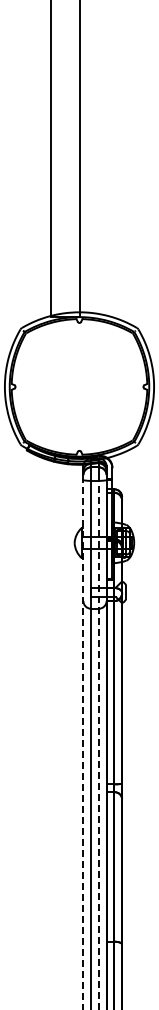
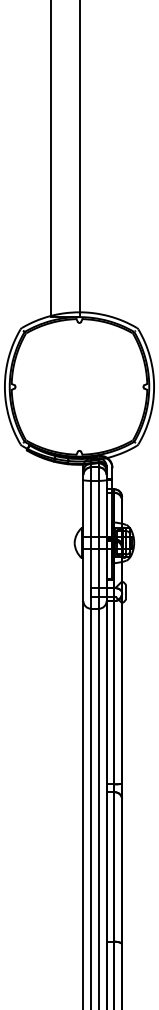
line at (83, 744): dashed -> solid
line at (98, 744): dashed -> solid
